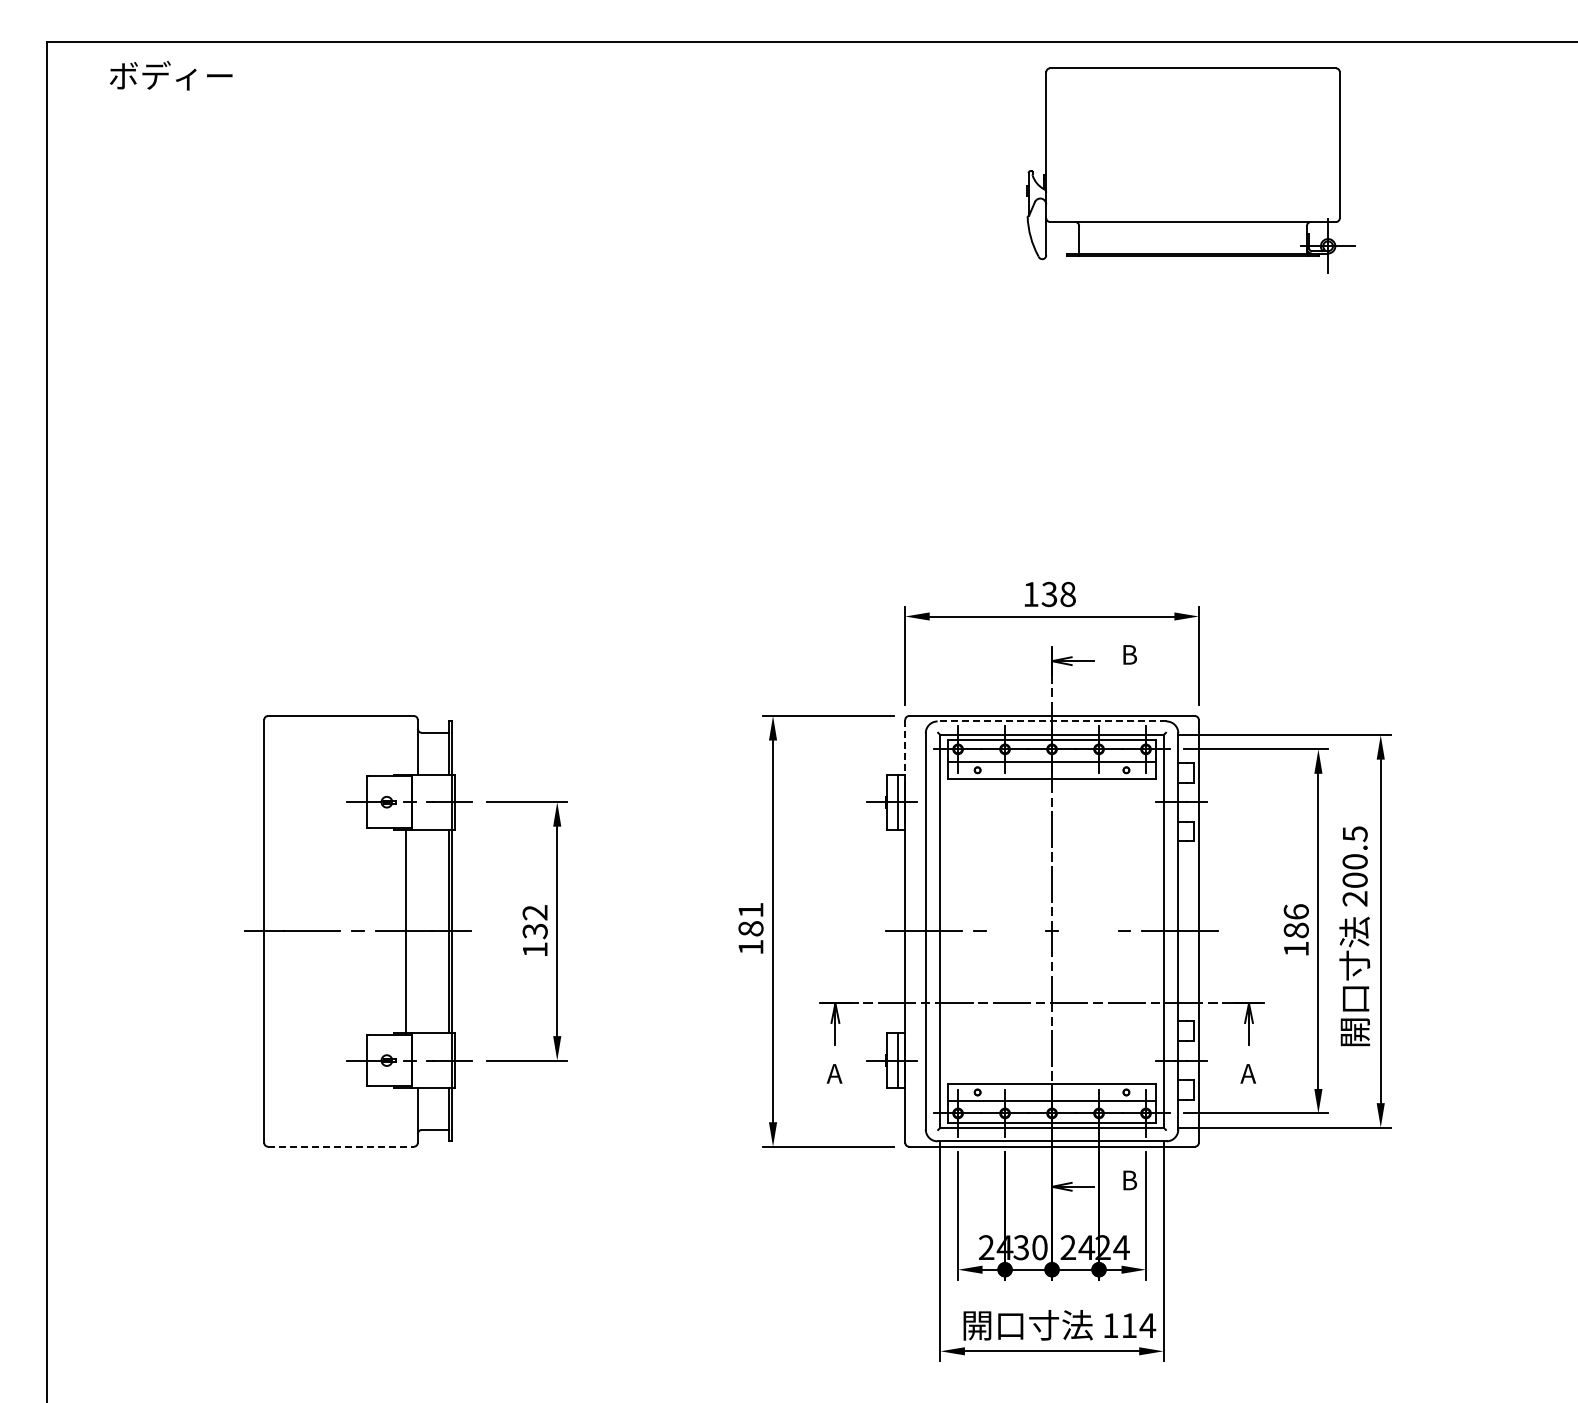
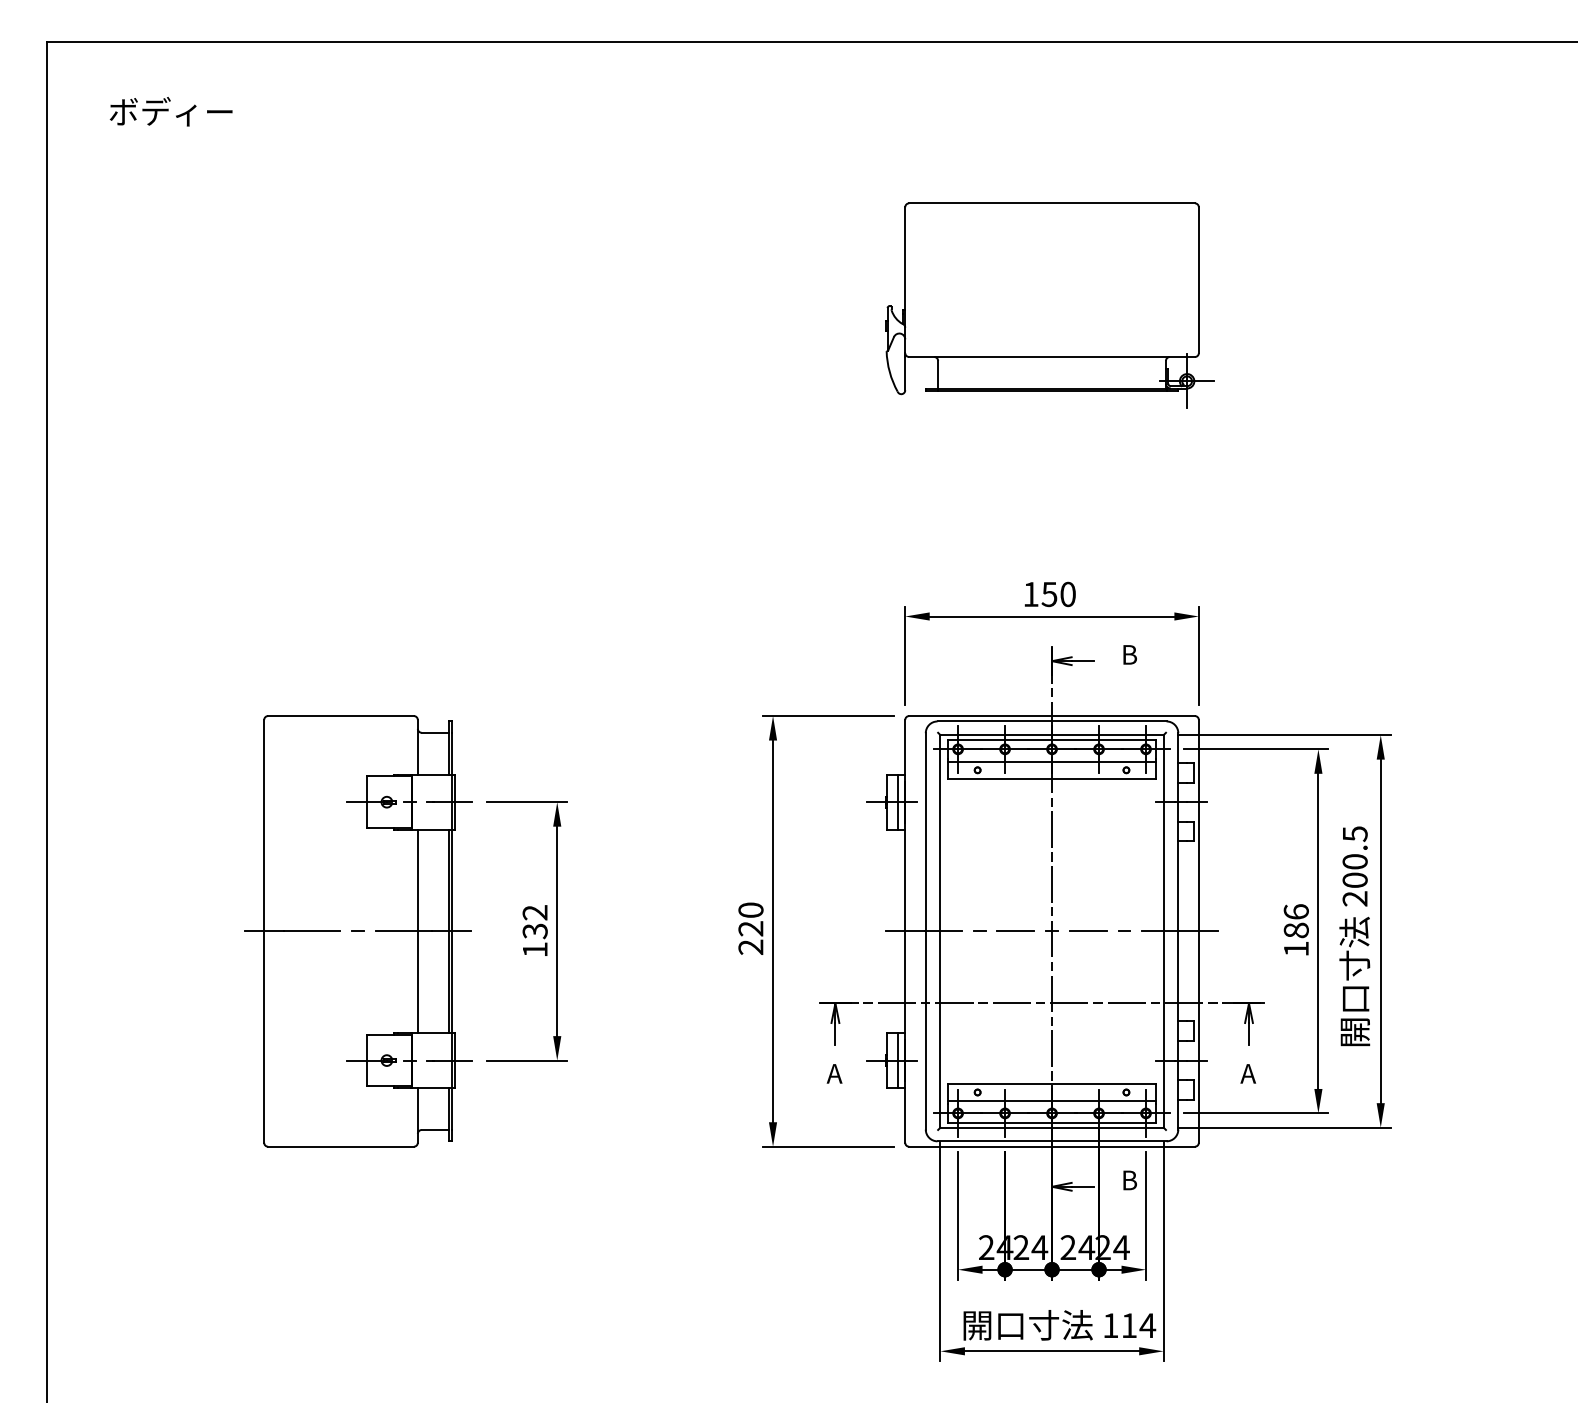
text at (170, 75) position: (170, 75) -> (170, 111)
part at (1190, 170) position: (1190, 170) -> (1049, 305)
text at (1058, 593): 138 -> 150
line at (1052, 721): dashed -> solid
line at (905, 747): dashed -> solid
text at (750, 928): 181 -> 220
line at (405, 931) position: (405, 931) -> (417, 931)
line at (1015, 931): none -> present
line at (1087, 931): none -> present
line at (341, 1146): dashed -> solid
text at (1030, 1247): 30 -> 24
